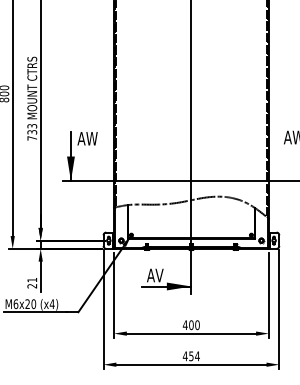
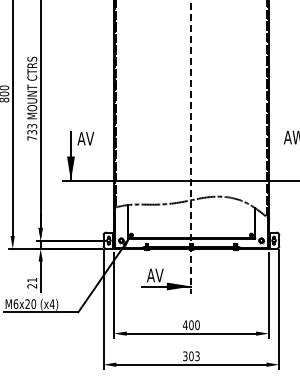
text at (91, 138): AW -> AV
line at (191, 147): solid -> dashed
text at (190, 356): 454 -> 303
